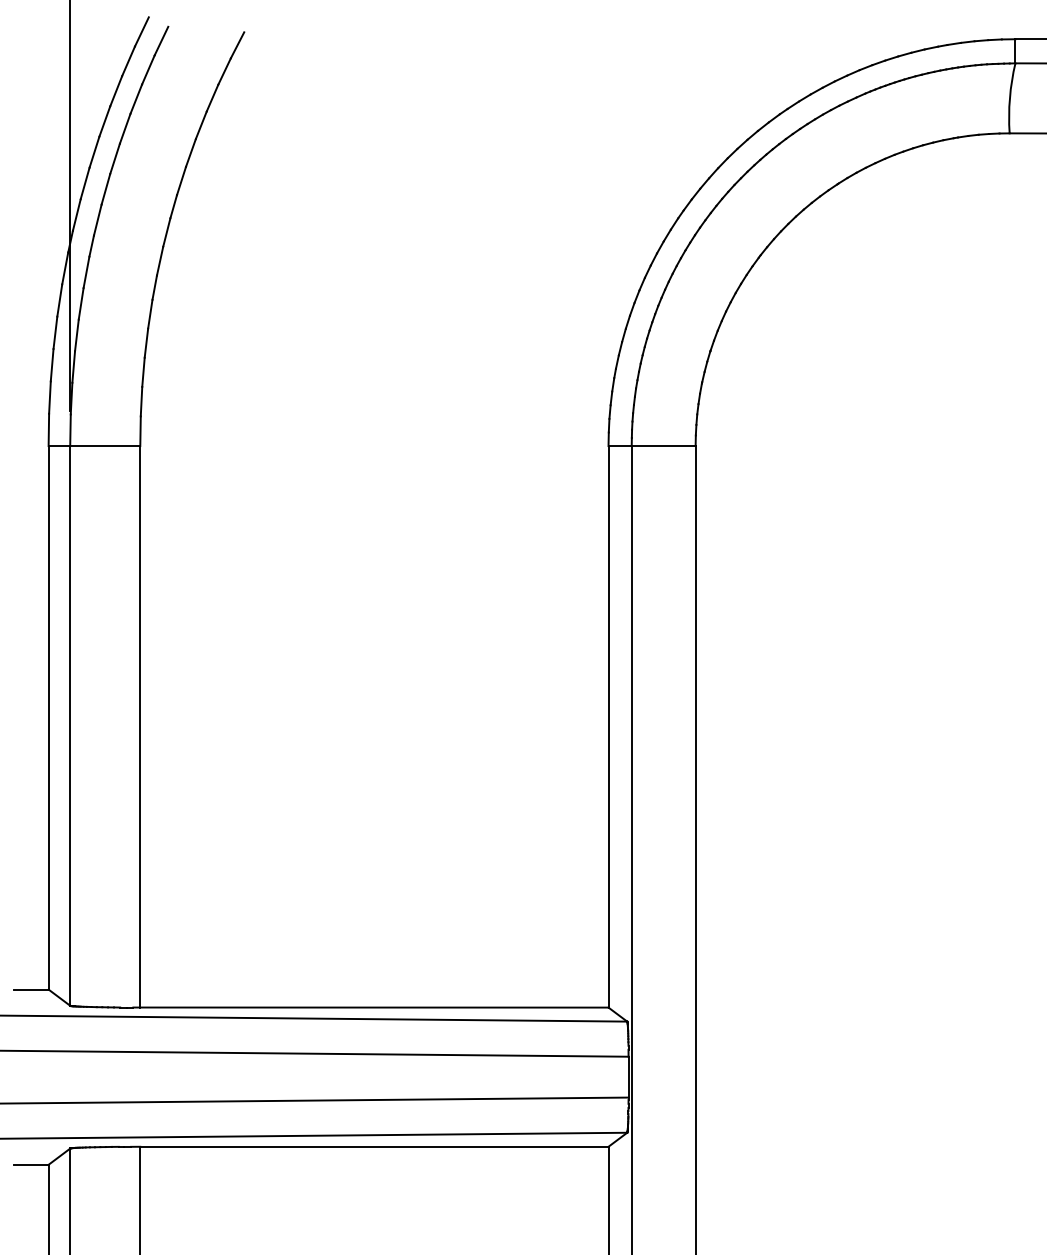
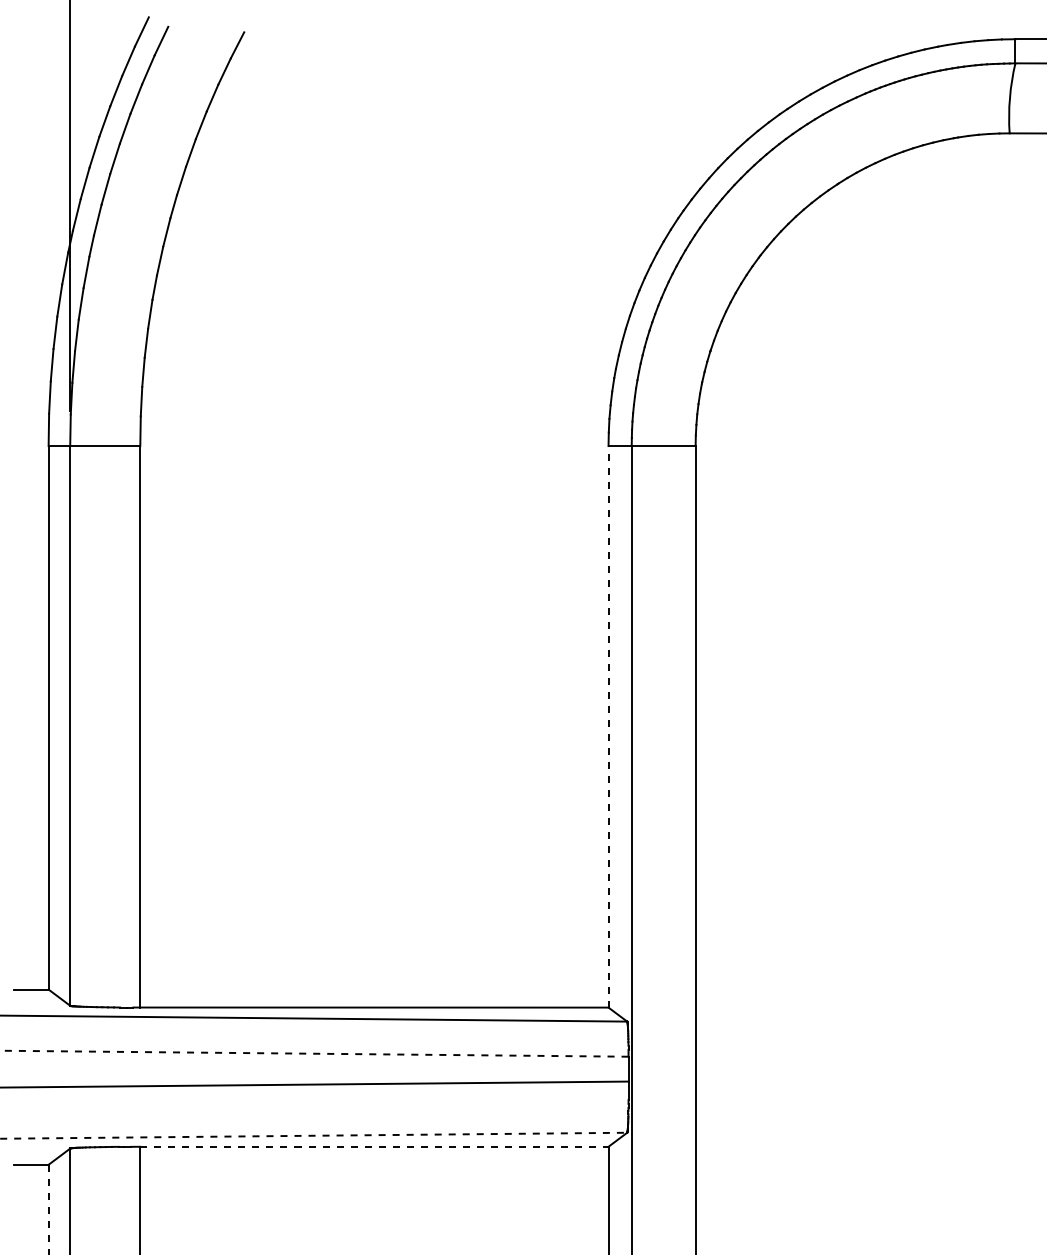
line at (608, 726): solid -> dashed
line at (314, 1053): solid -> dashed
line at (315, 1100) position: (315, 1100) -> (315, 1084)
line at (314, 1135): solid -> dashed
line at (374, 1146): solid -> dashed
line at (48, 1209): solid -> dashed
